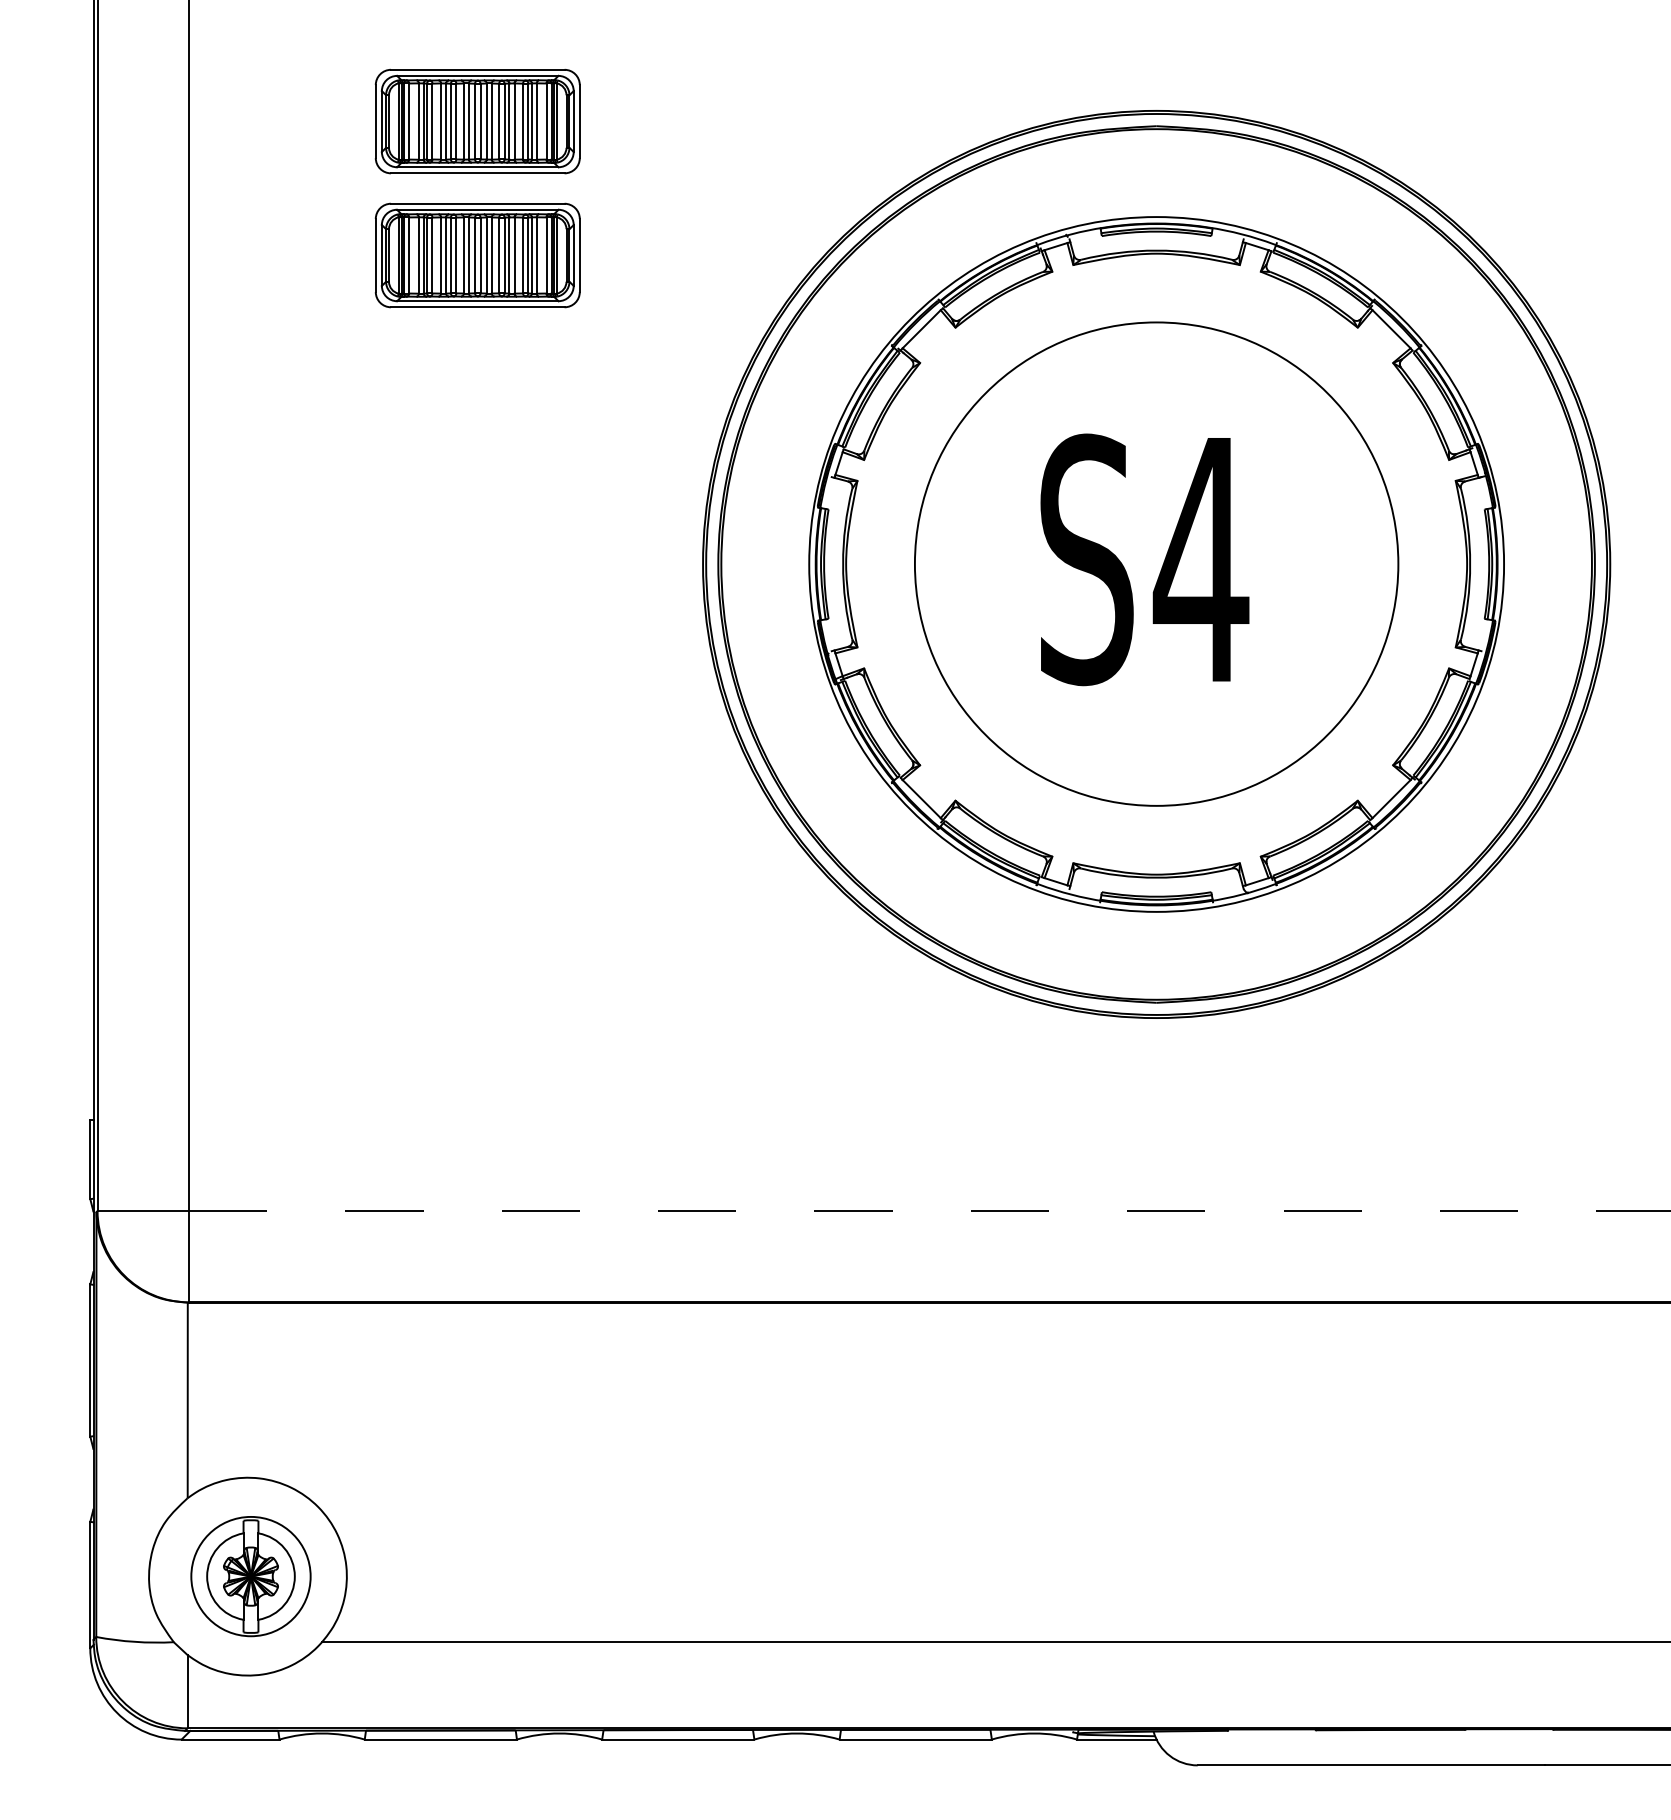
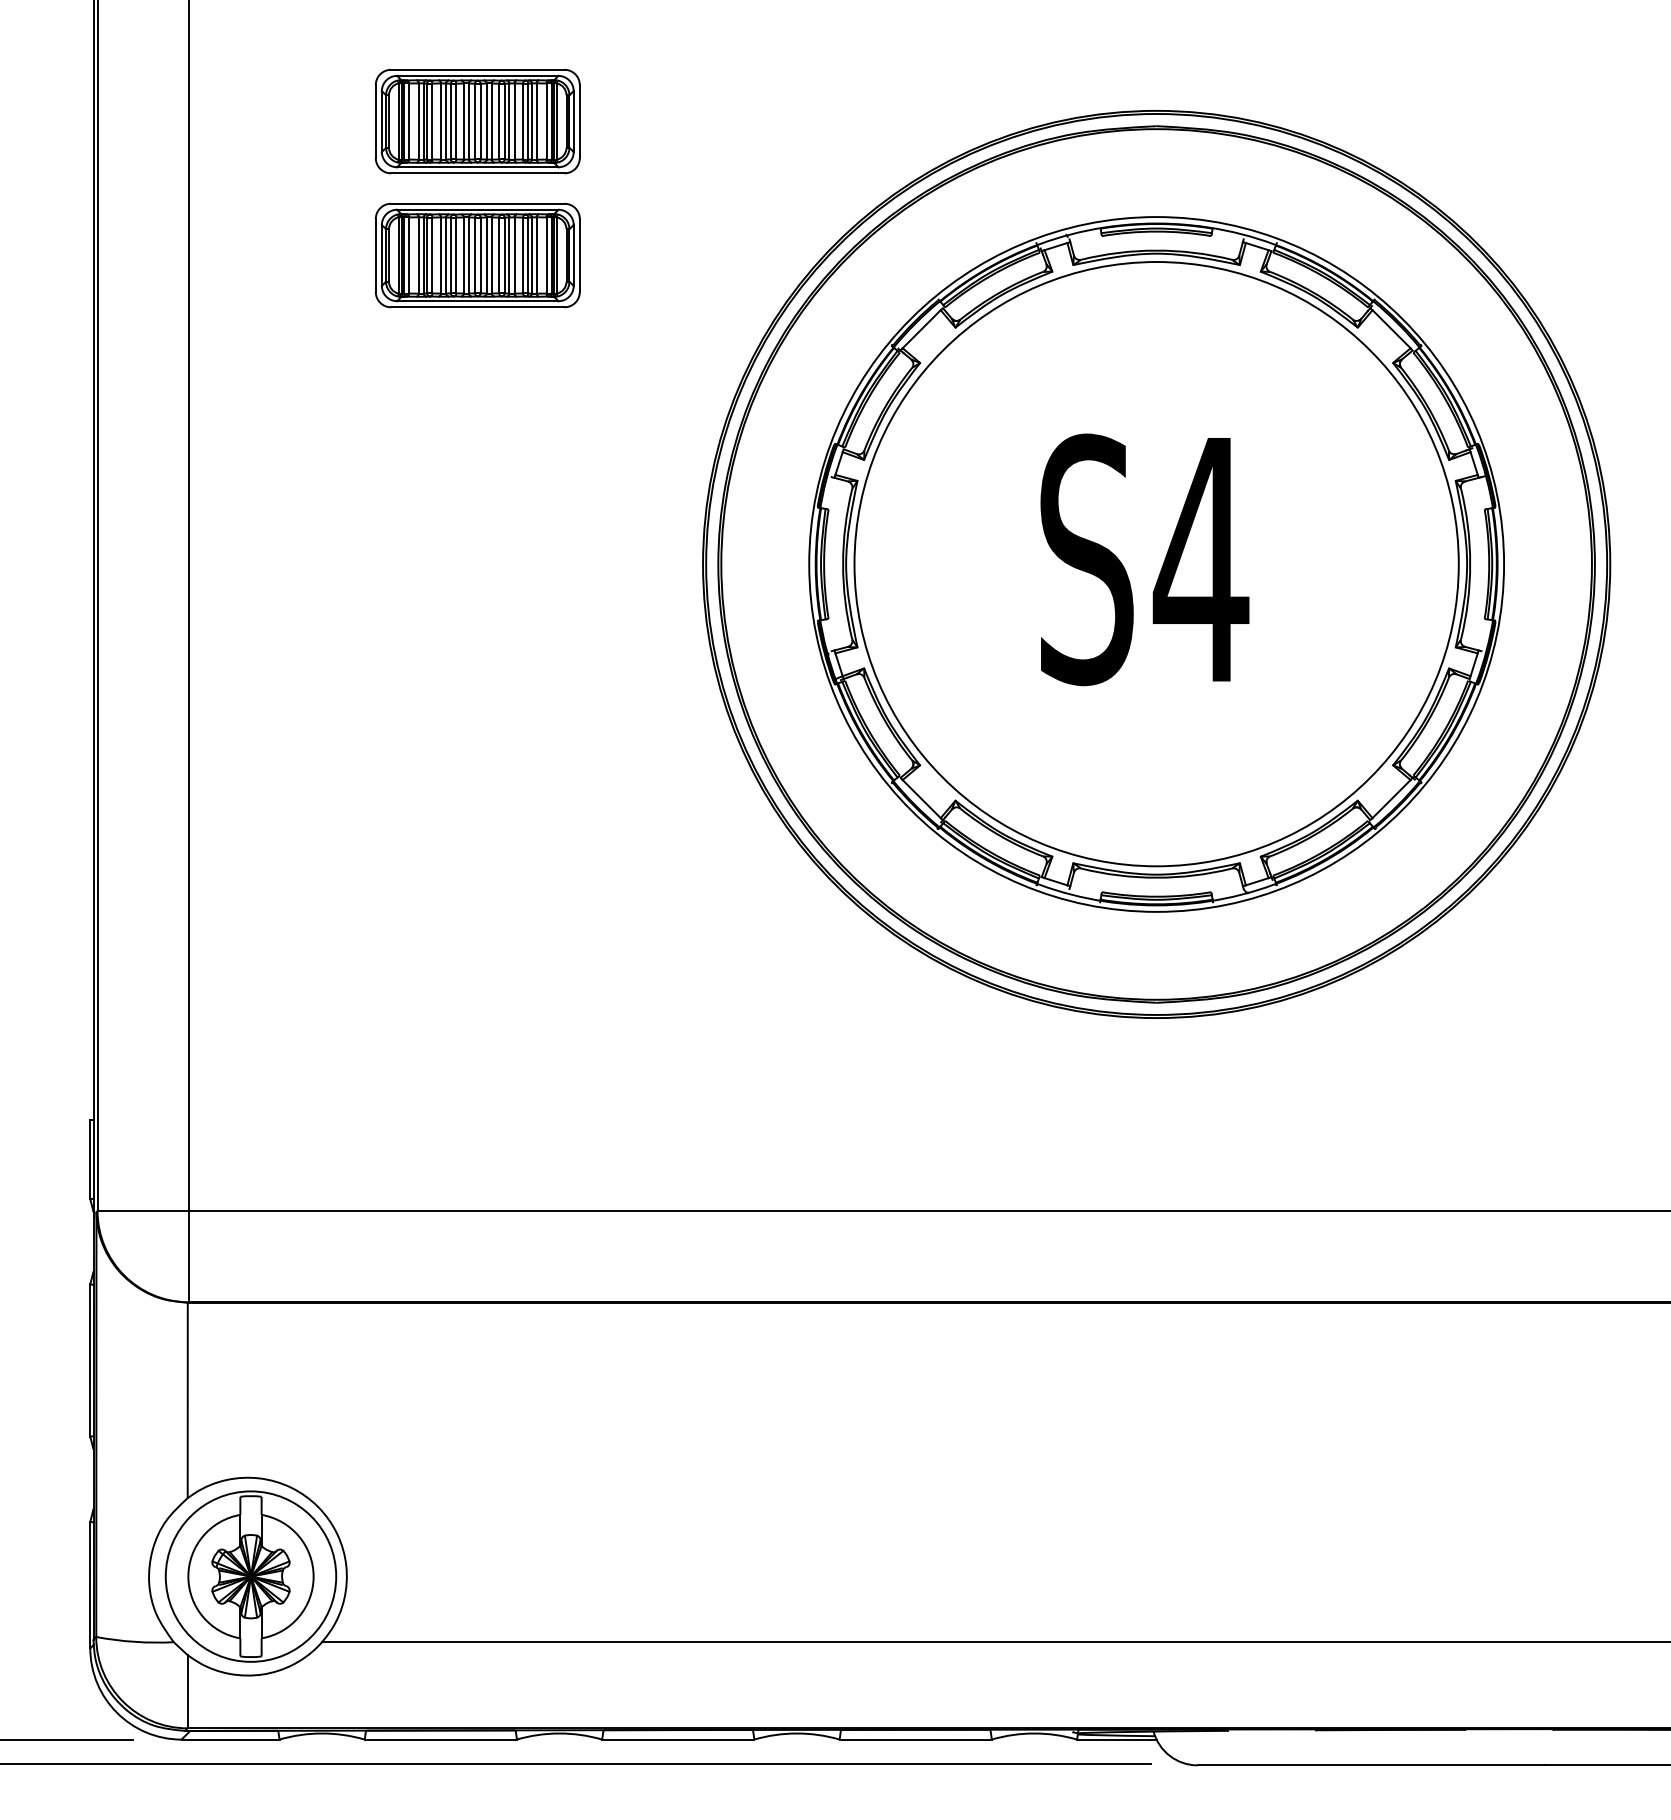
circle at (1156, 563) diameter: 483 px -> 604 px
line at (929, 1210): dashed -> solid
part at (250, 1576) size: 122x122 px -> 174x173 px
line at (67, 1739): none -> present
line at (576, 1763): none -> present
